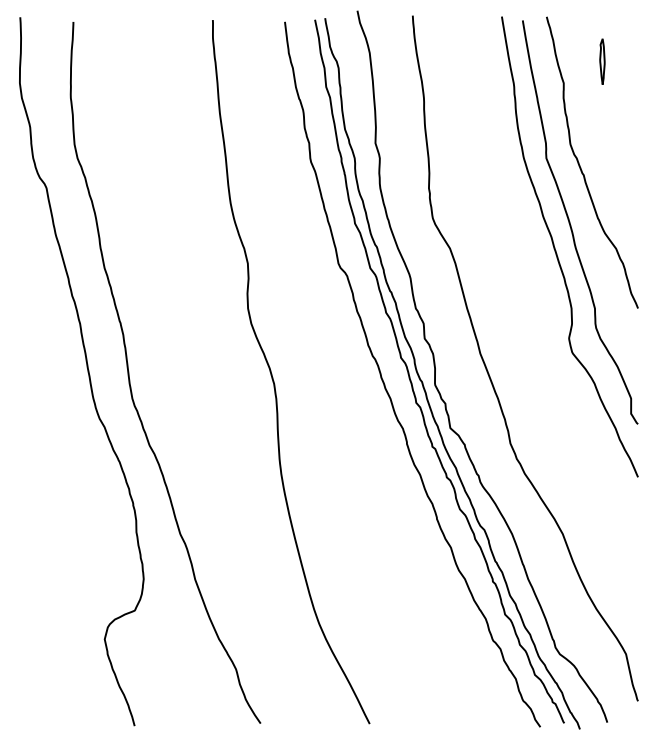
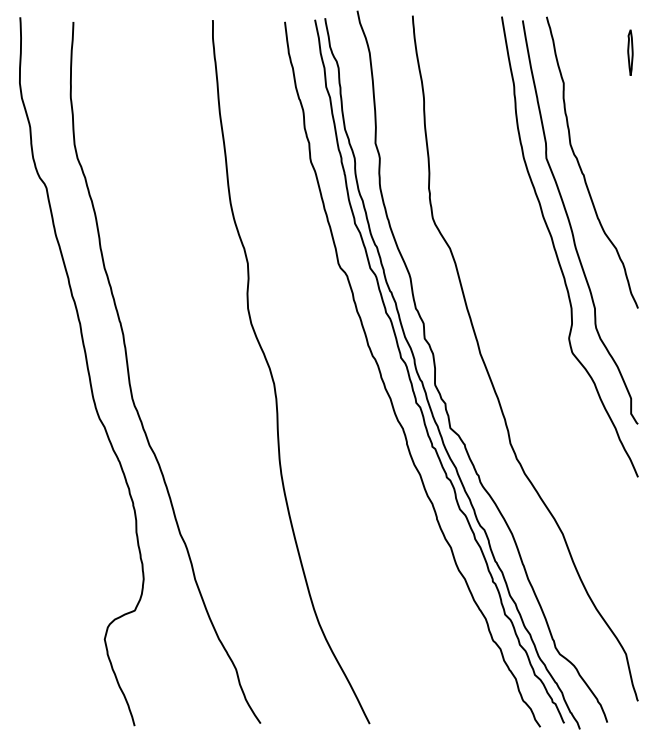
part at (602, 61) position: (602, 61) -> (630, 52)
